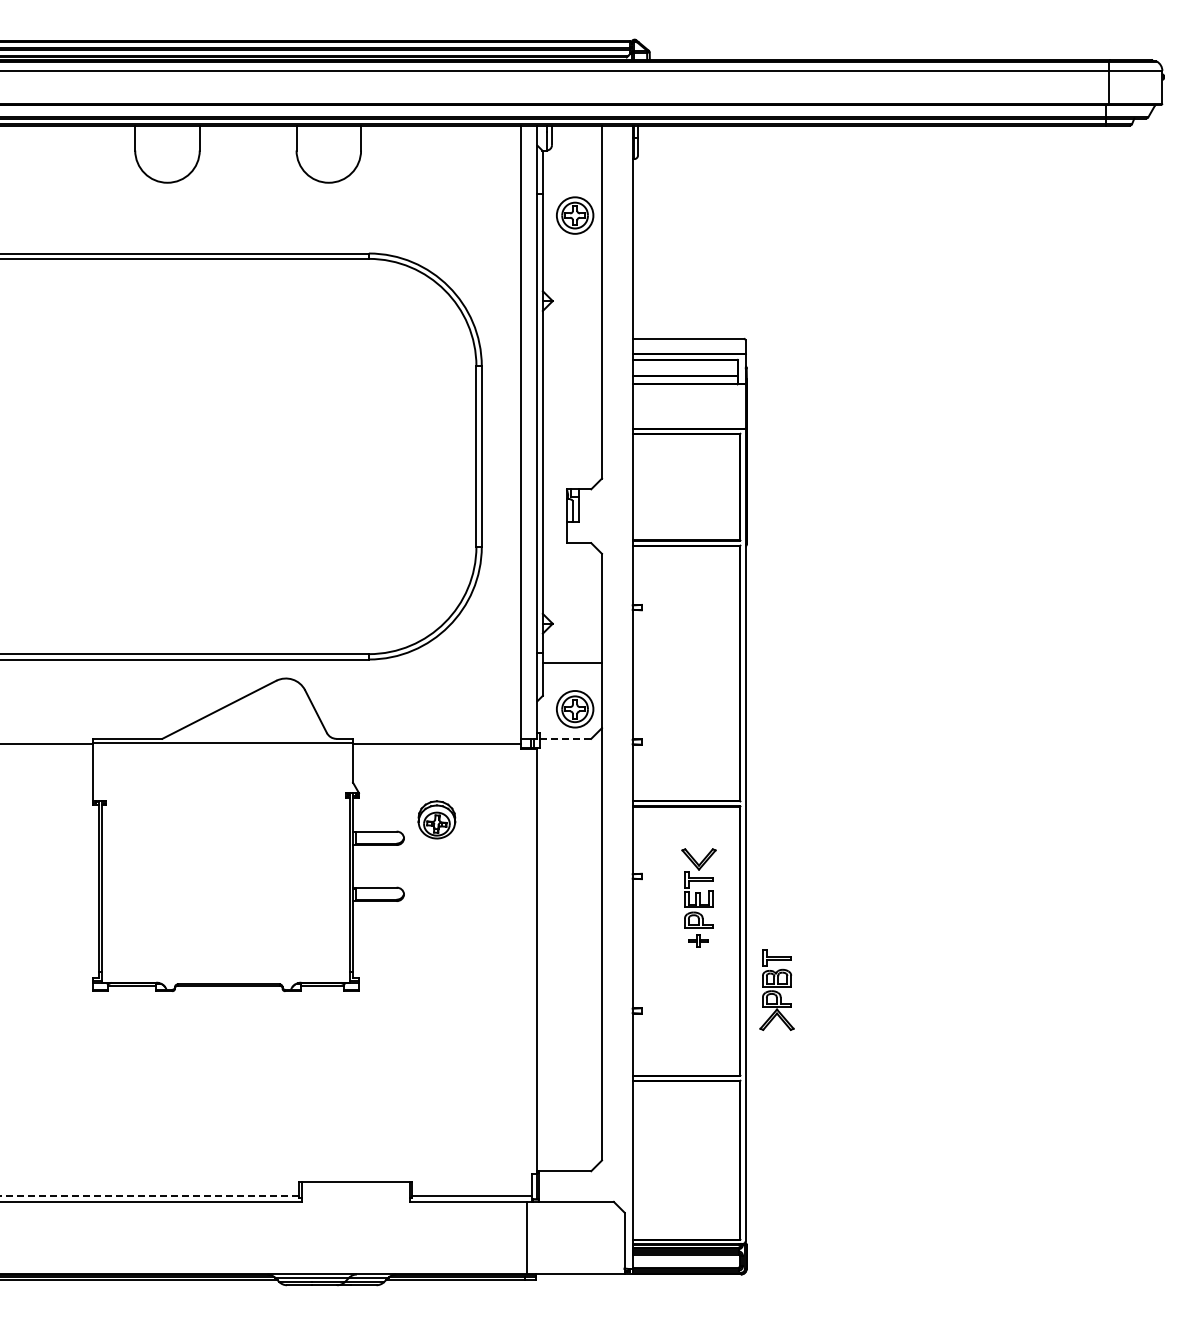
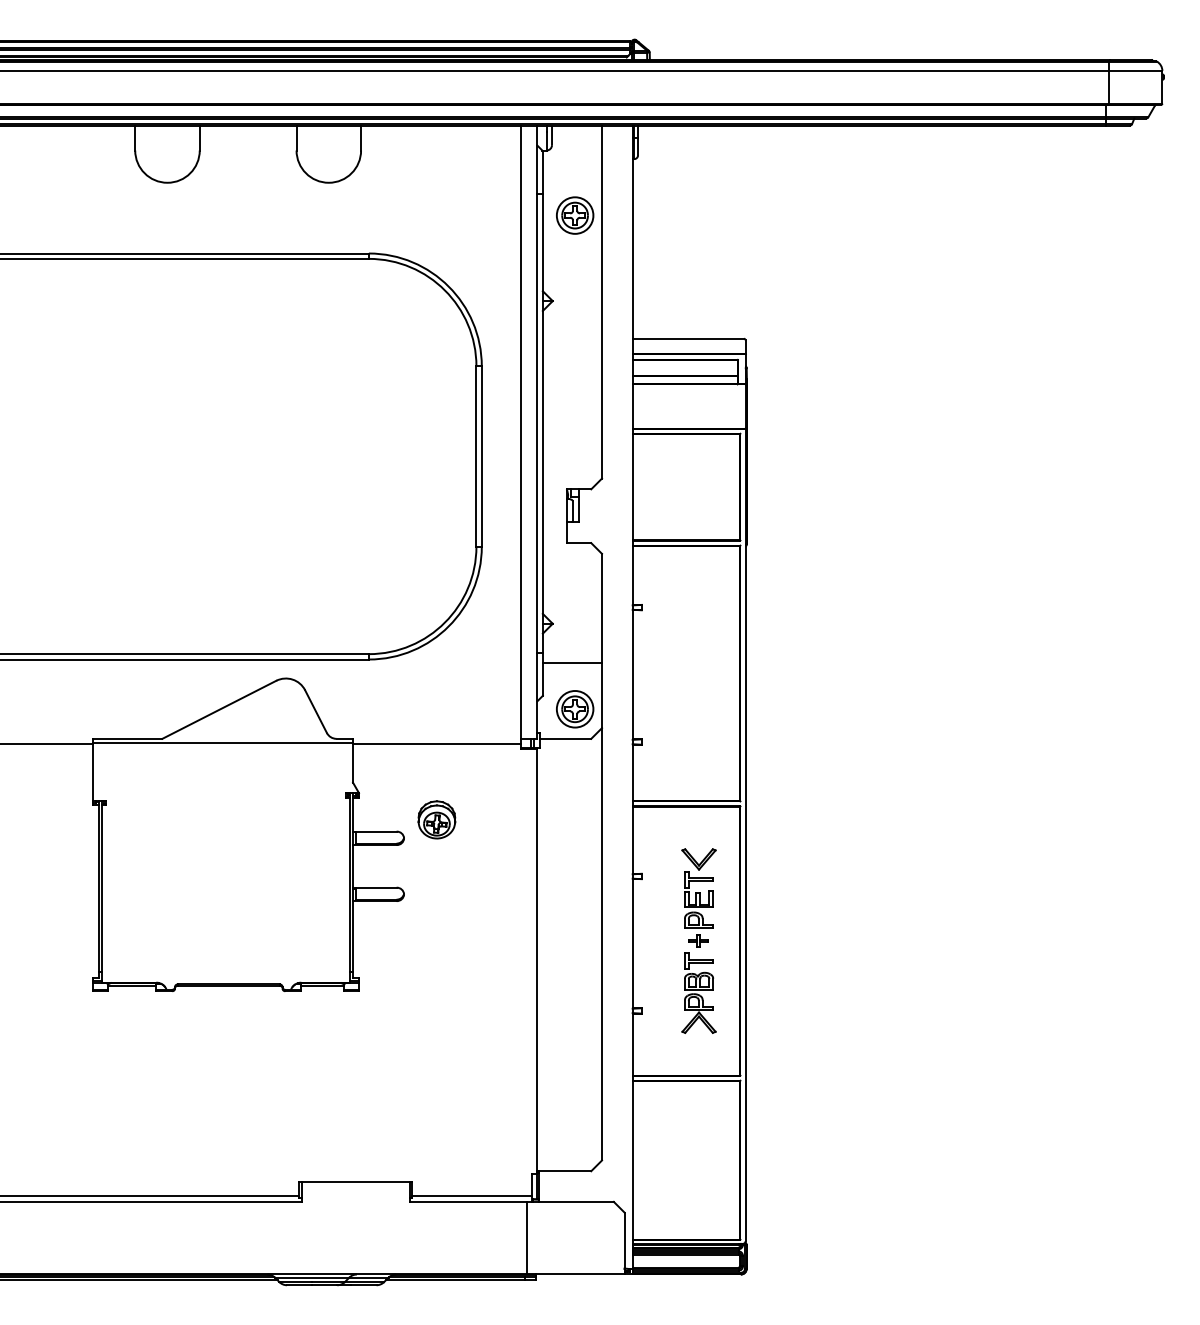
line at (565, 738): dashed -> solid
part at (776, 989) position: (776, 989) -> (698, 992)
line at (149, 1195): dashed -> solid
